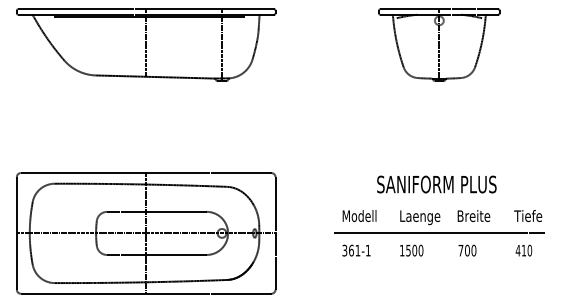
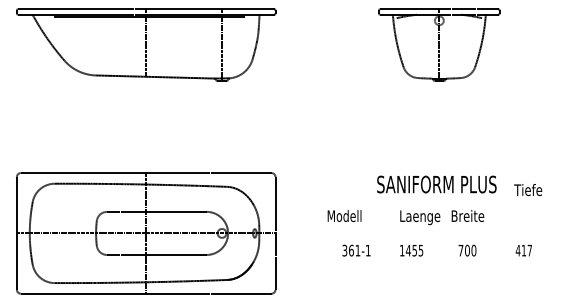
text at (359, 215) position: (359, 215) -> (344, 215)
text at (473, 215) position: (473, 215) -> (467, 215)
text at (528, 215) position: (528, 215) -> (528, 189)
line at (439, 233): present -> none
text at (414, 250): 1500 -> 1455
text at (529, 250): 410 -> 417
